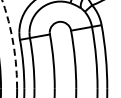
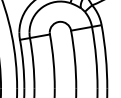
arc at (13, 42): dashed -> solid
